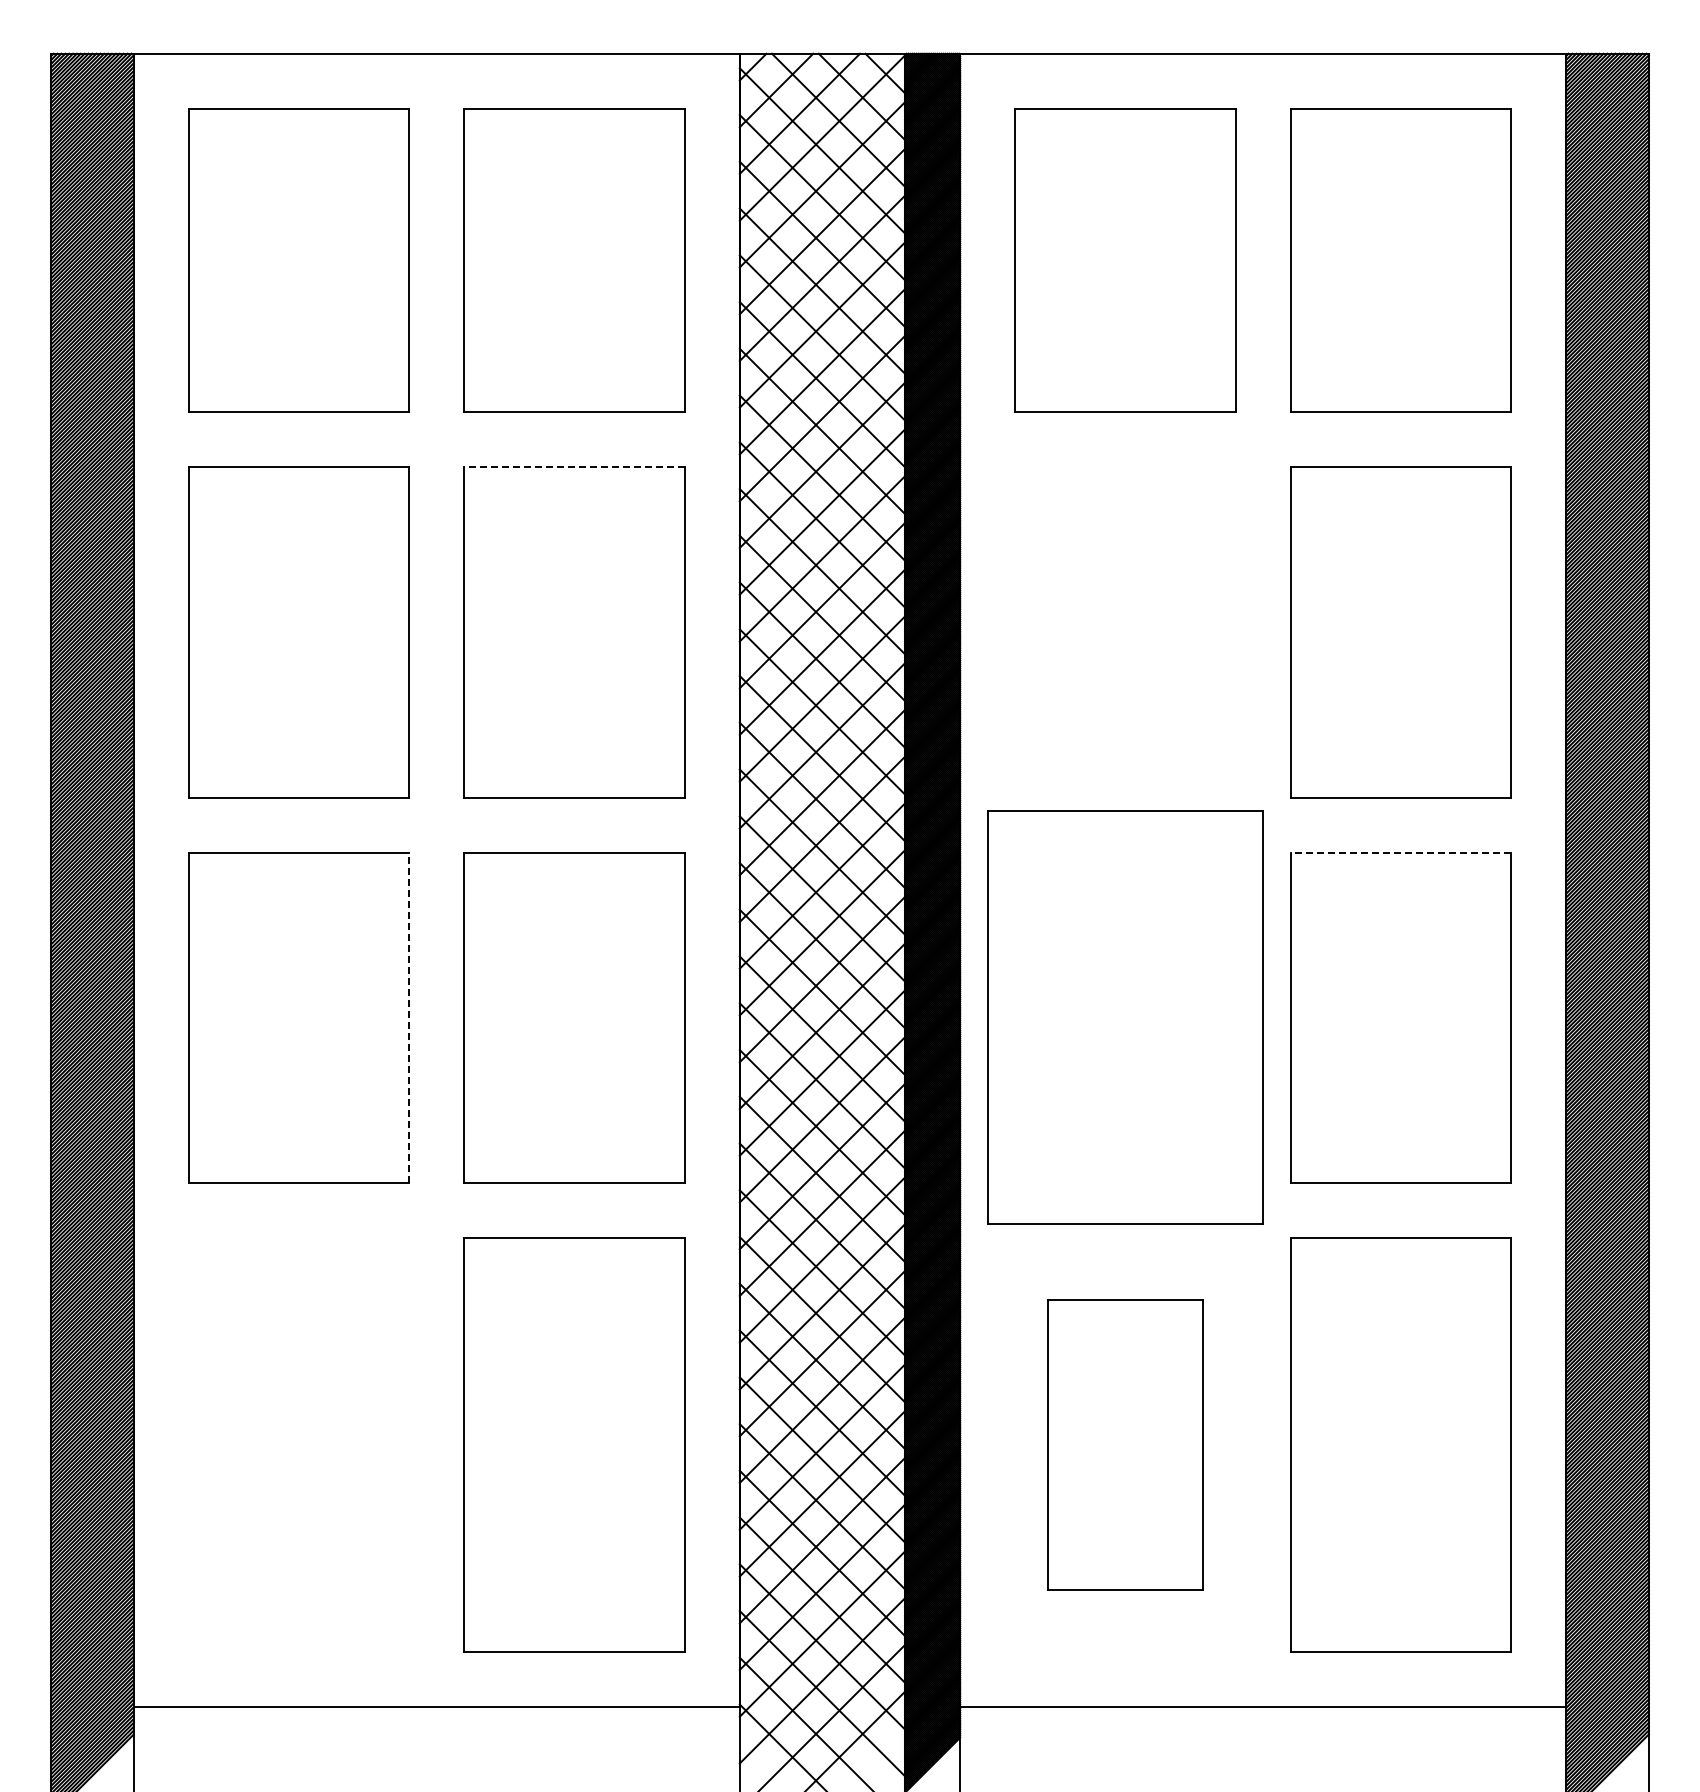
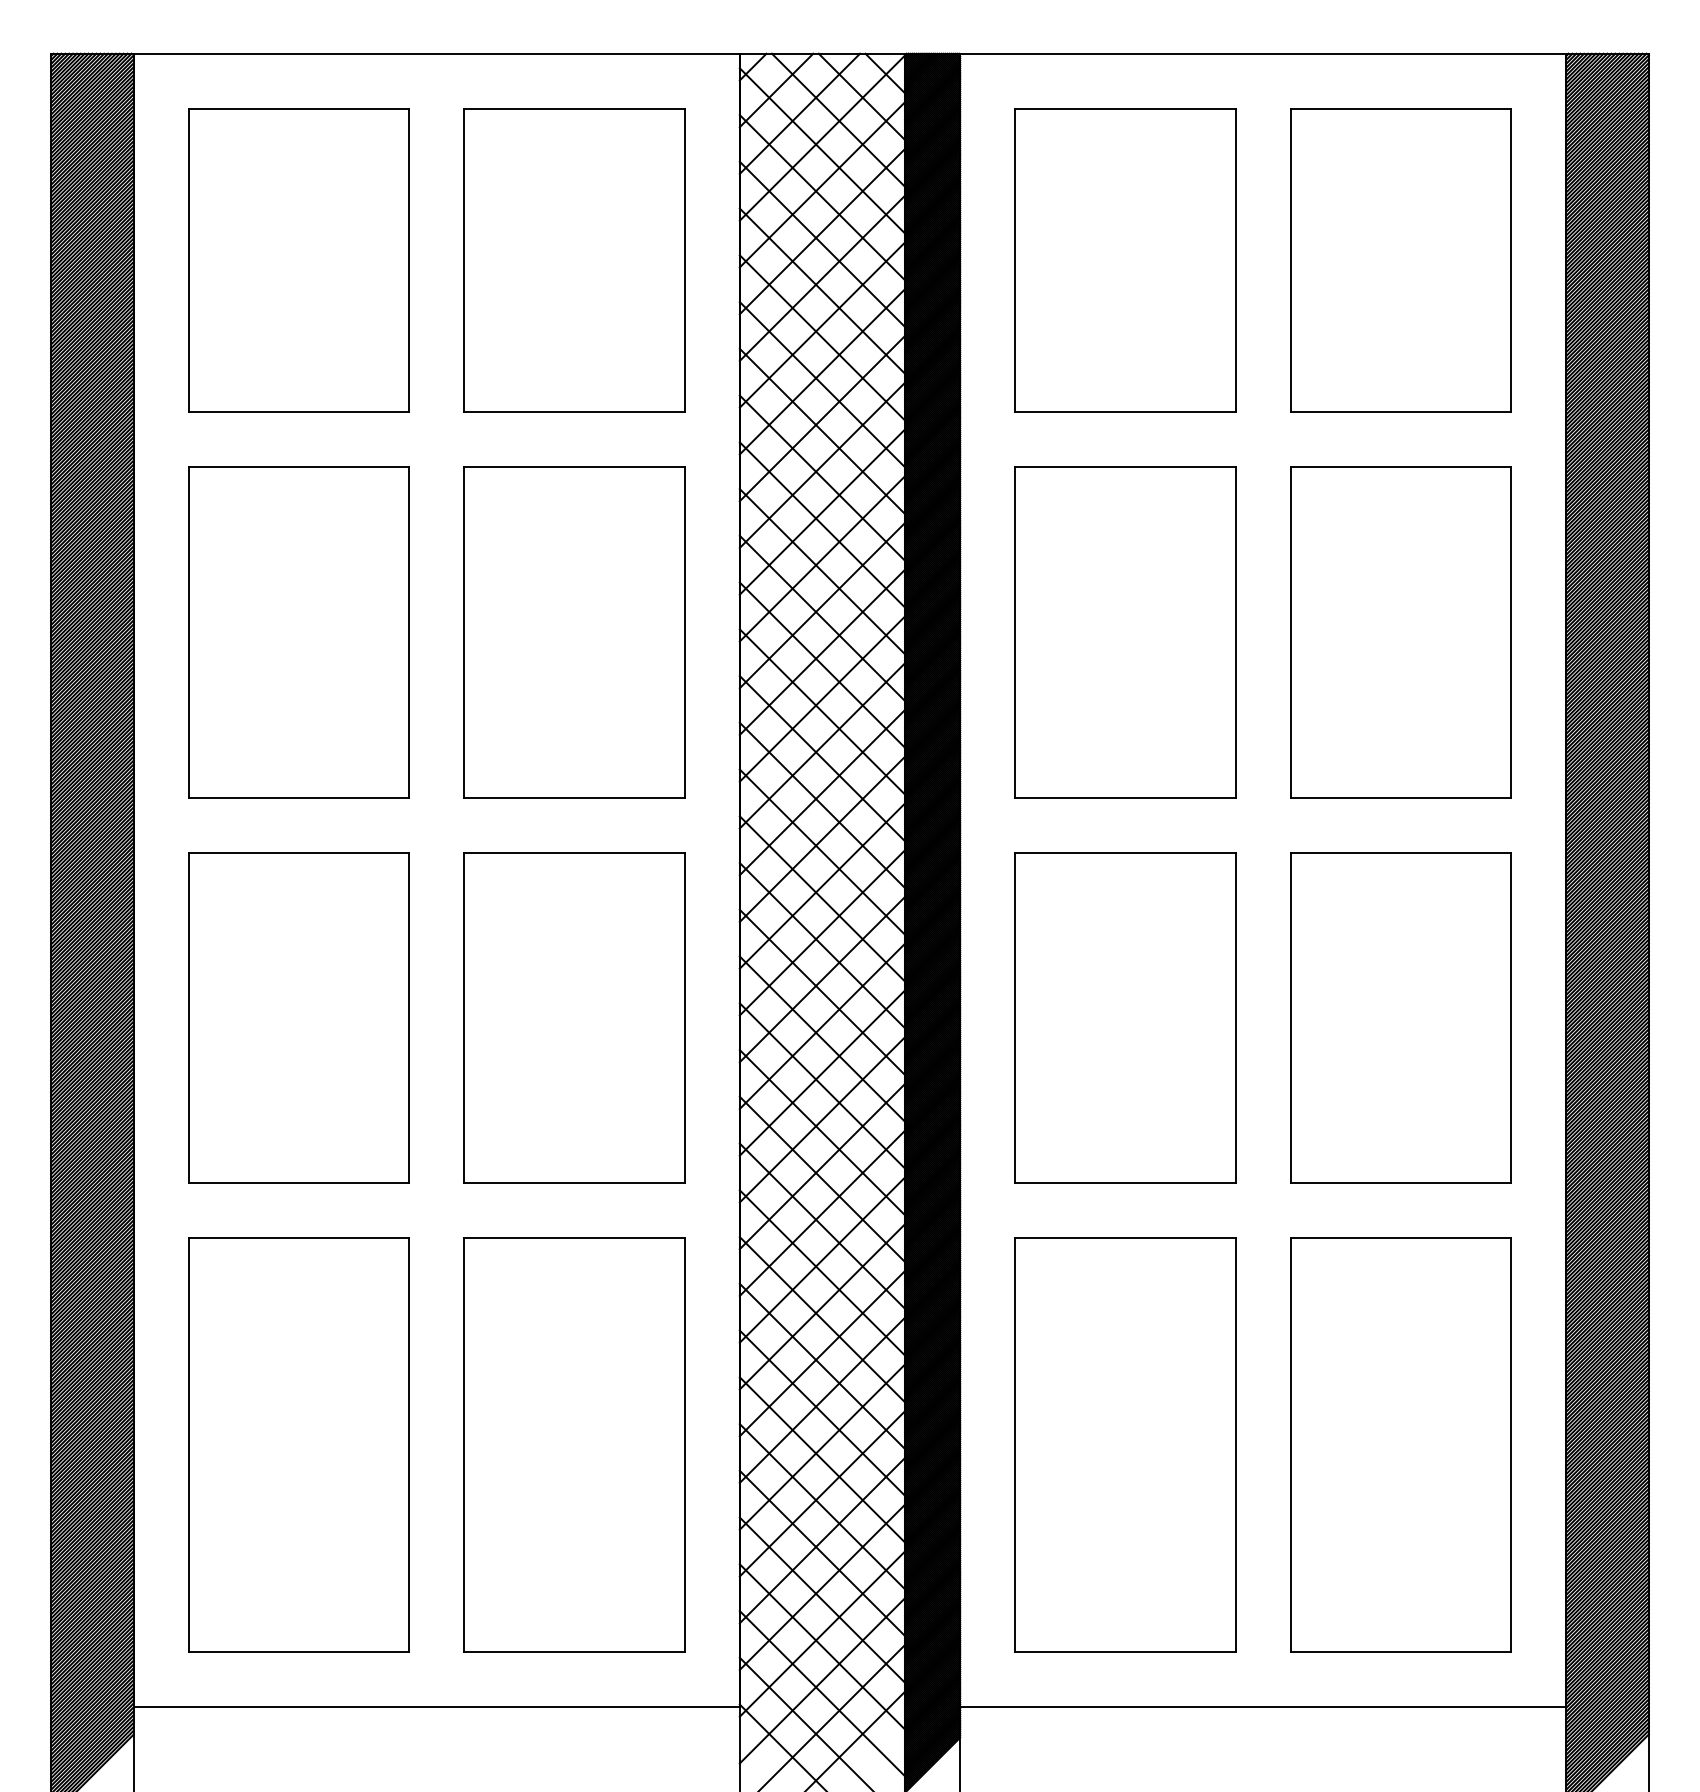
line at (574, 466): dashed -> solid
part at (1125, 632): none -> present
line at (1400, 852): dashed -> solid
line at (409, 1017): dashed -> solid
part at (1125, 1017) size: 277x415 px -> 223x332 px
part at (298, 1444): none -> present
part at (1125, 1444) size: 157x292 px -> 223x416 px
